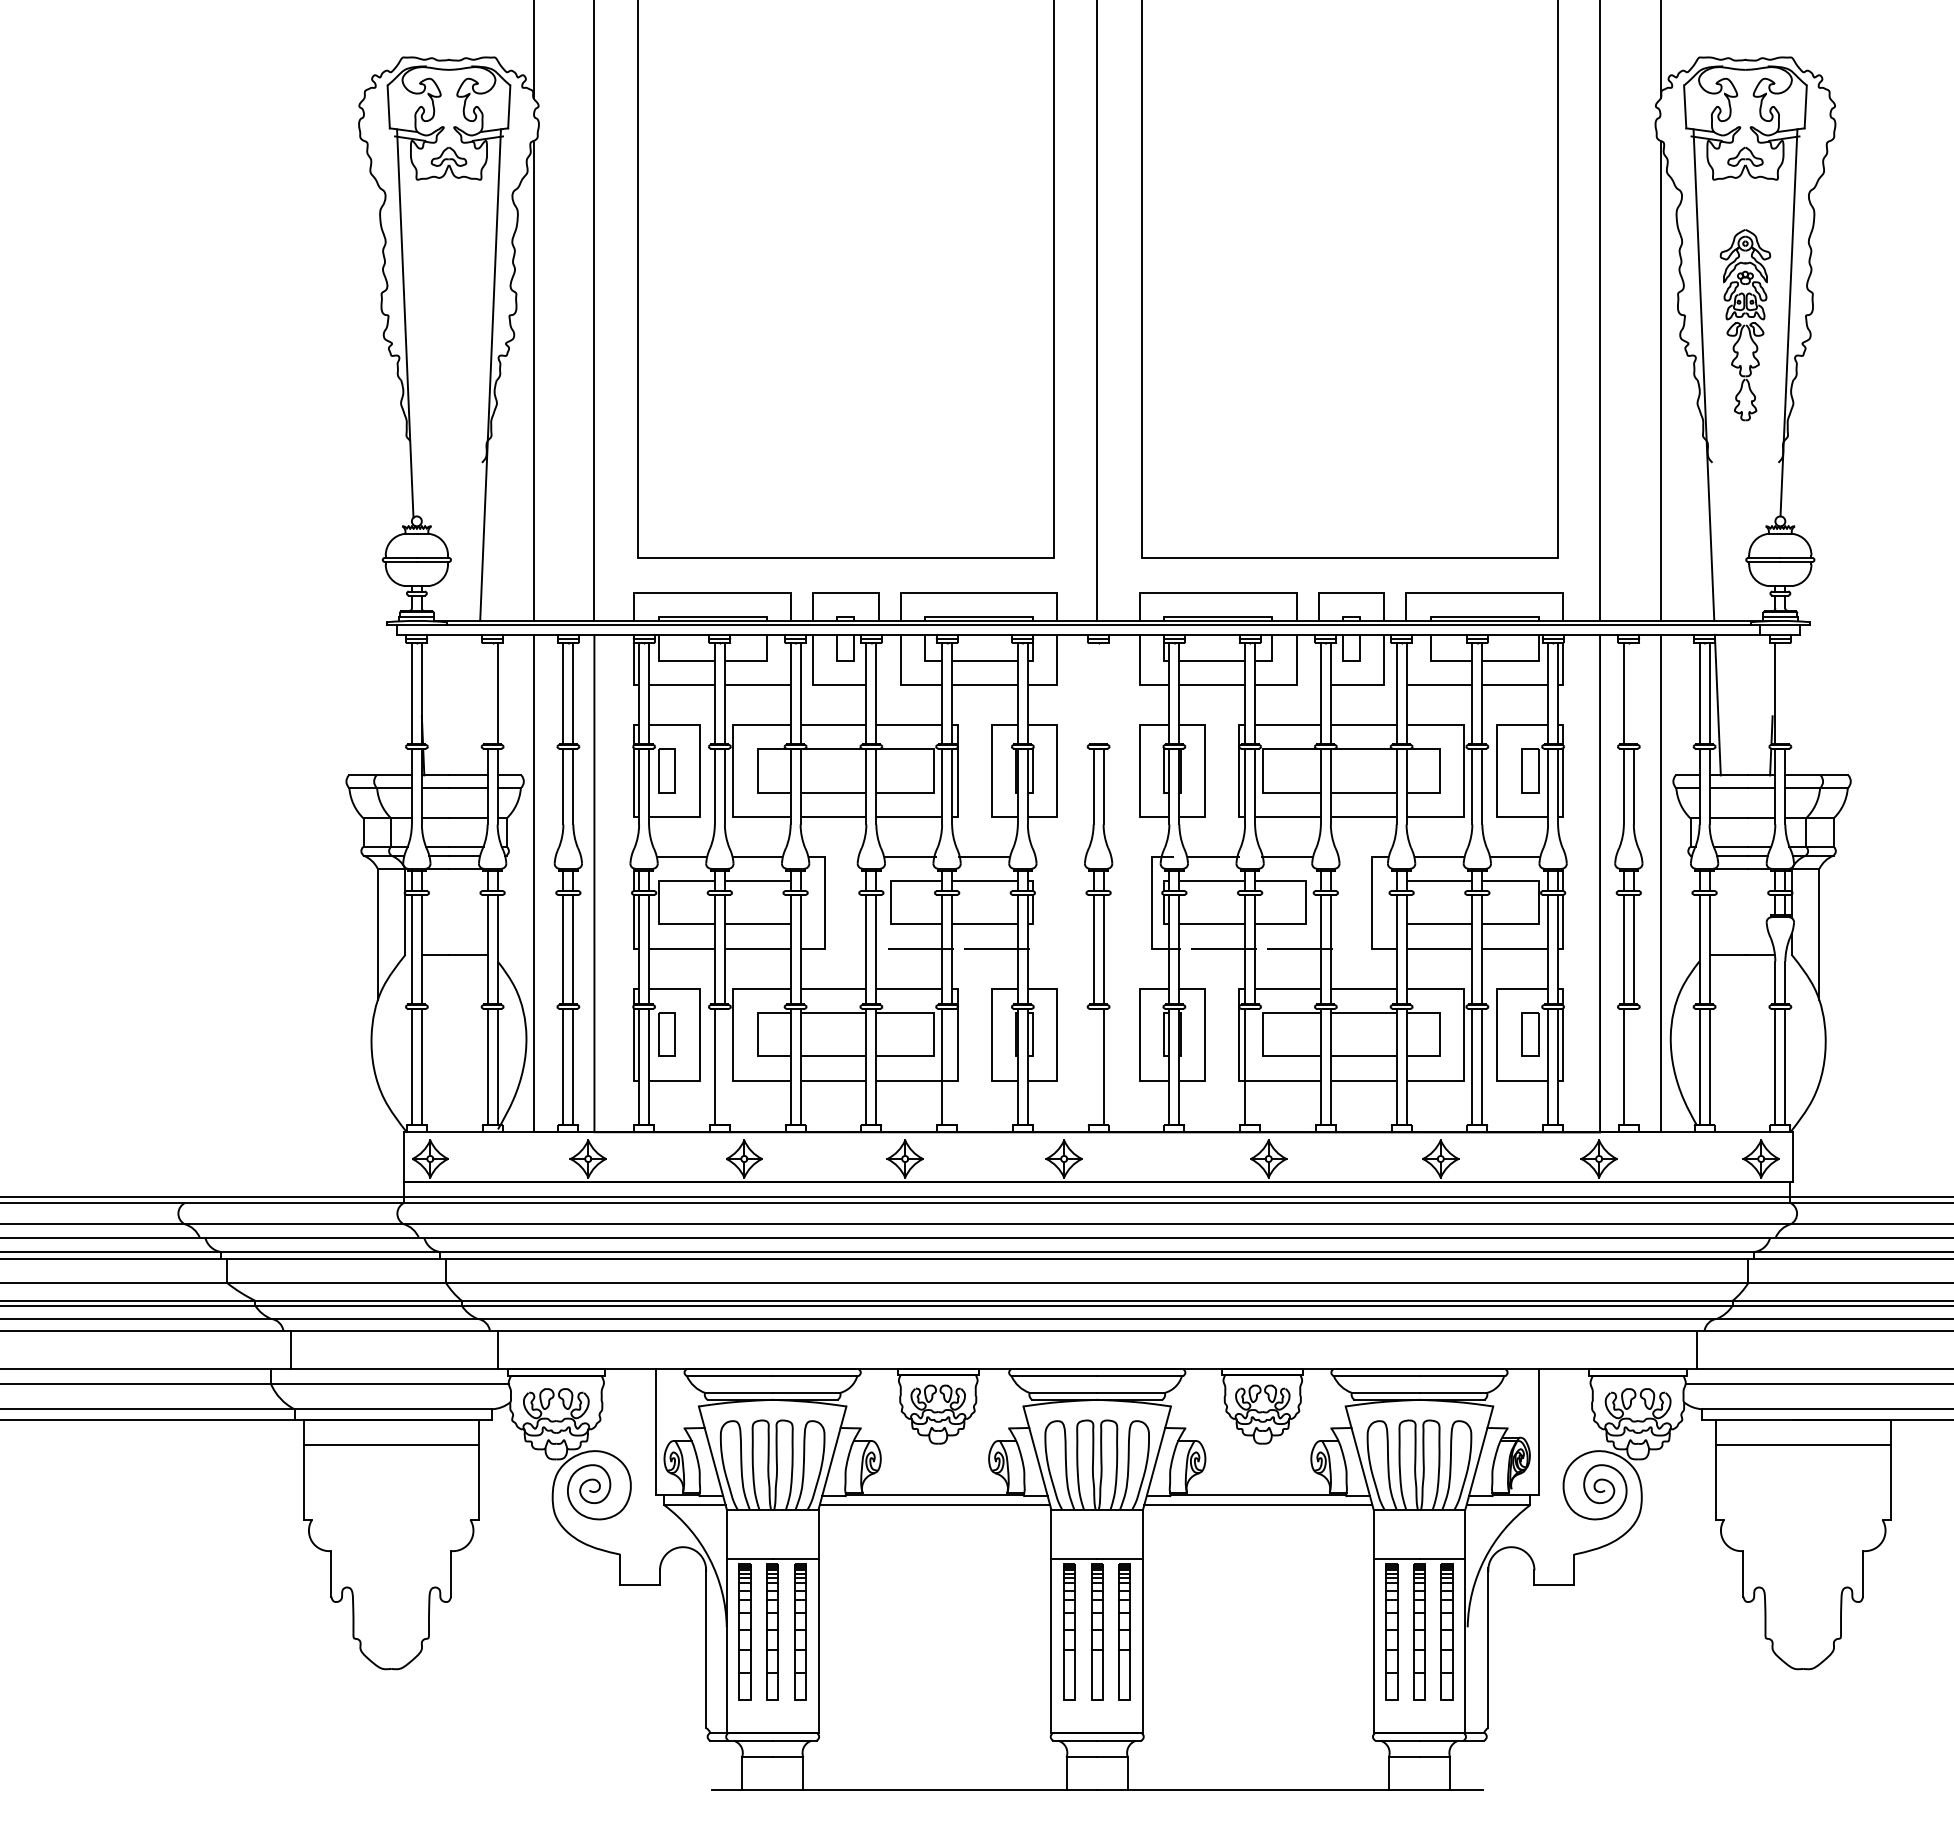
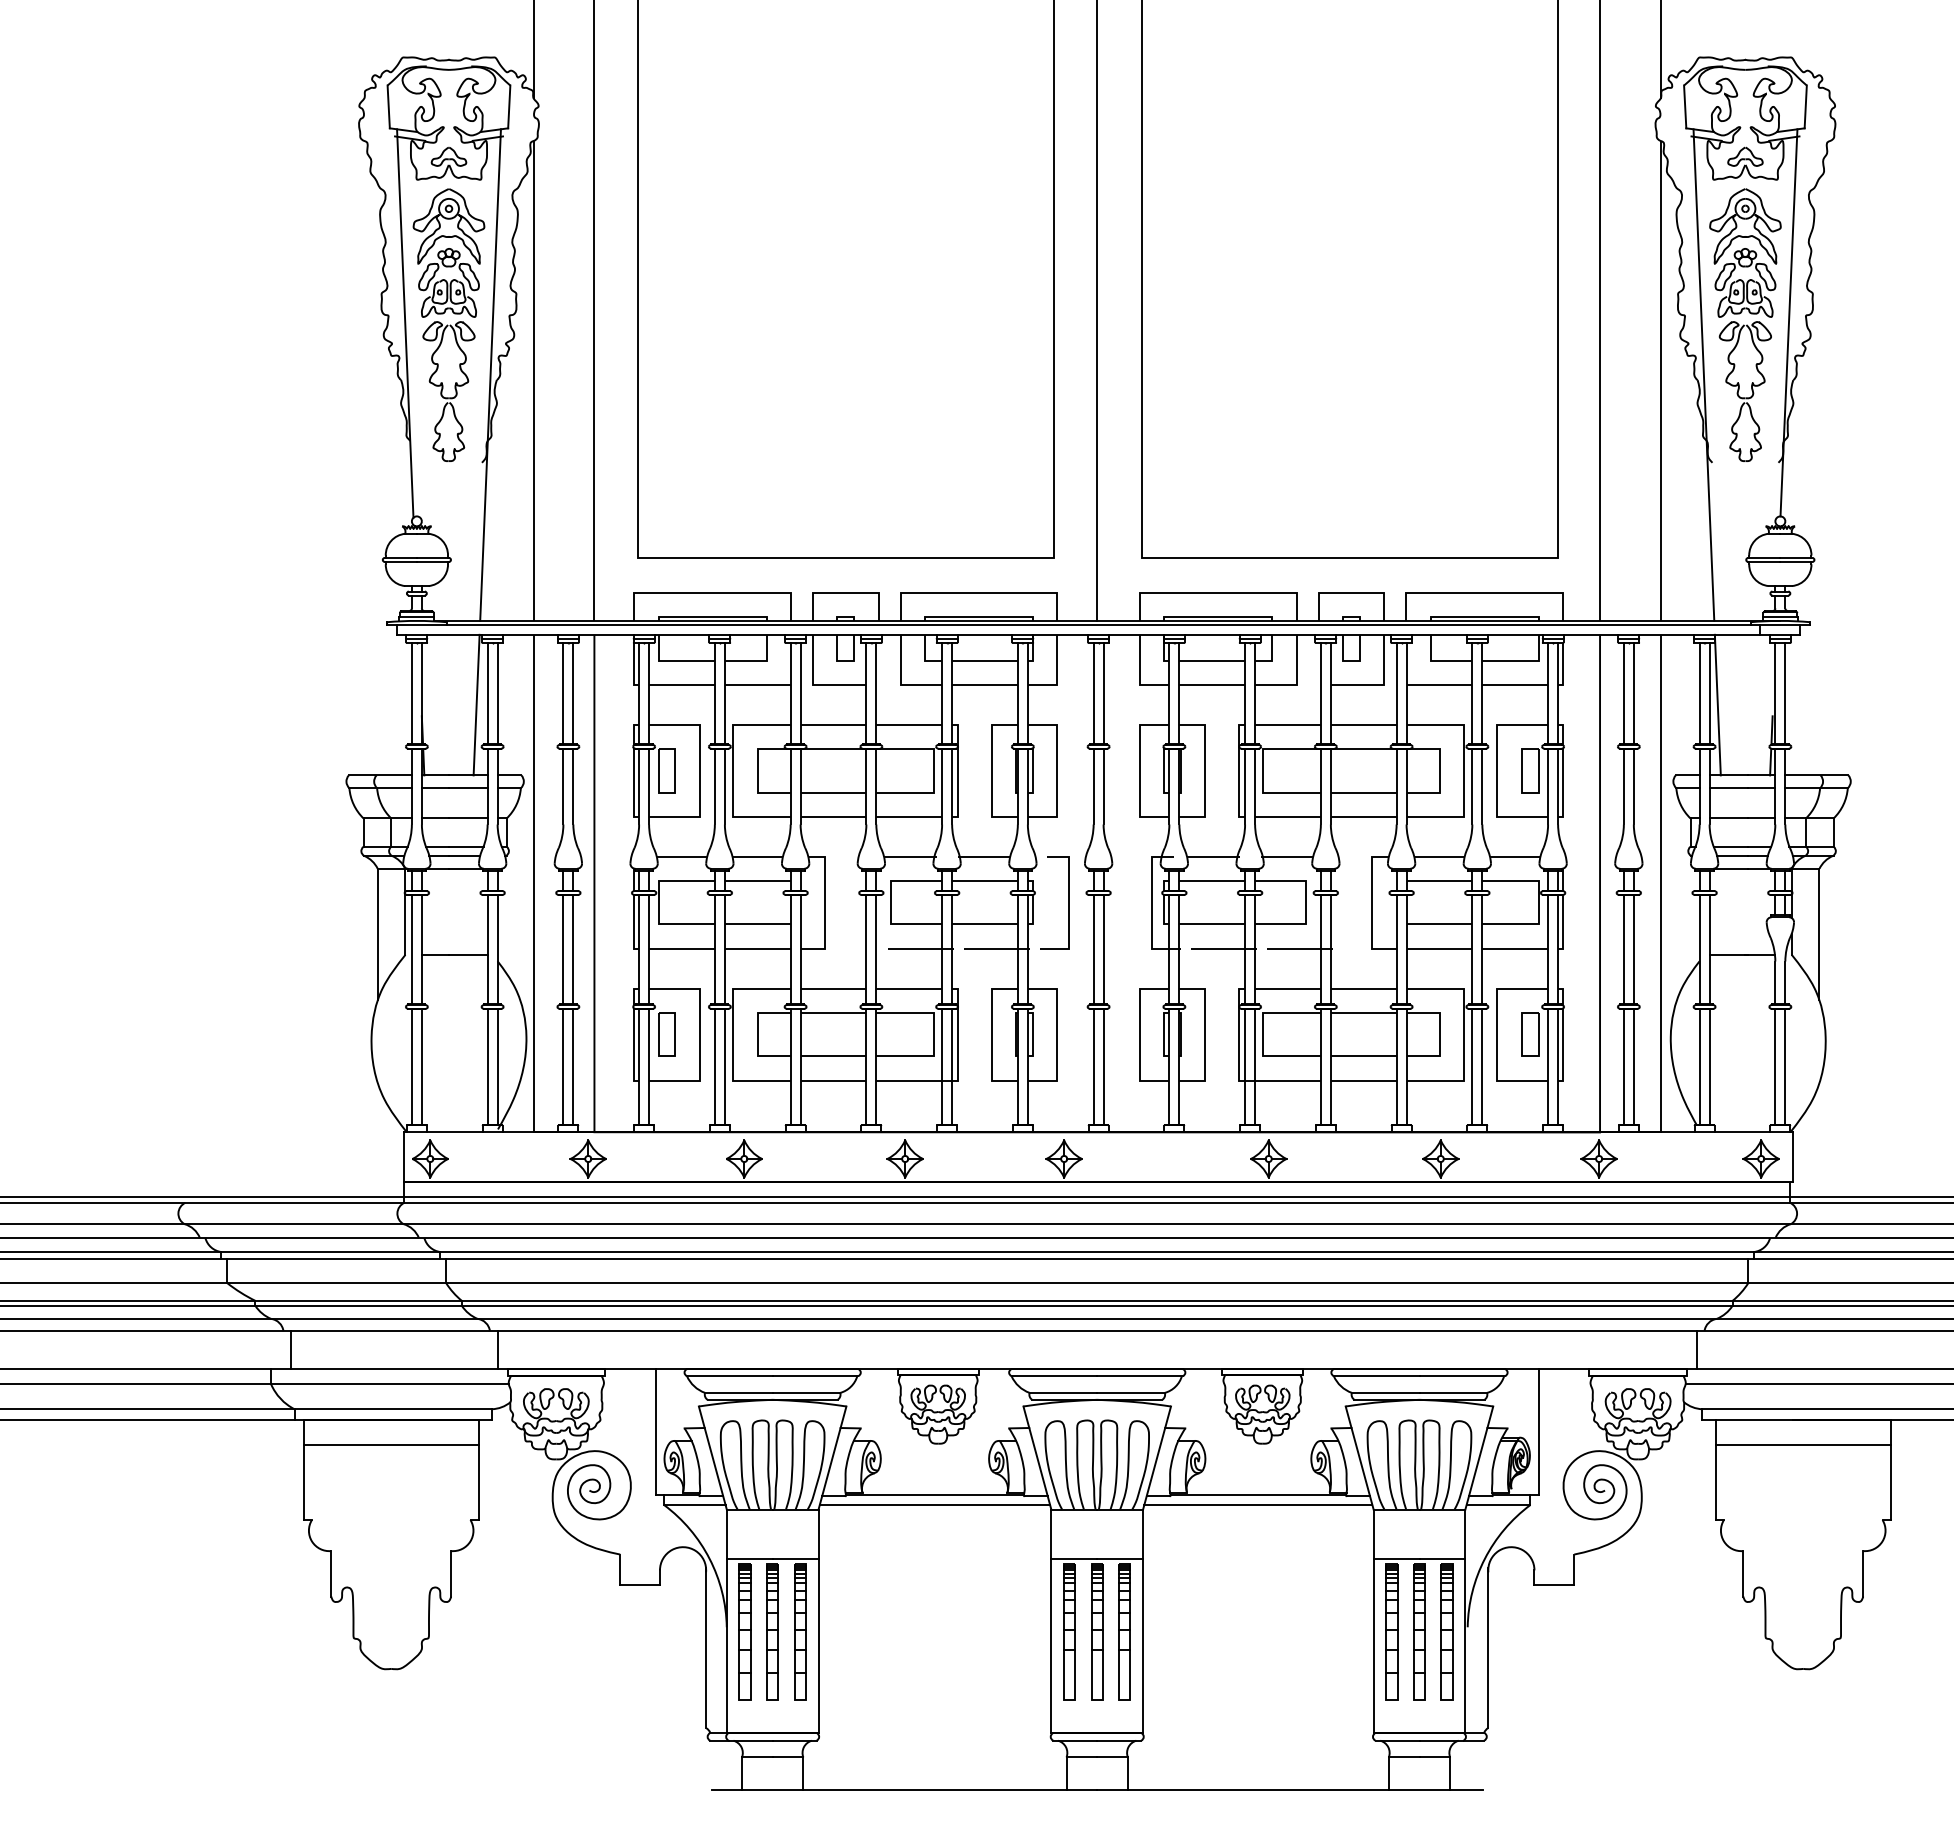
part at (448, 324): none -> present
part at (1745, 325) size: 53x193 px -> 73x274 px
line at (487, 693): none -> present
line at (1093, 693): none -> present
line at (1103, 693): none -> present
line at (1633, 693): none -> present
line at (1785, 693): none -> present
line at (476, 704): none -> present
line at (1068, 902): none -> present
line at (724, 1066): none -> present
line at (952, 1066): none -> present
line at (1093, 1066): none -> present
line at (1255, 1066): none -> present
line at (1633, 1066): none -> present
